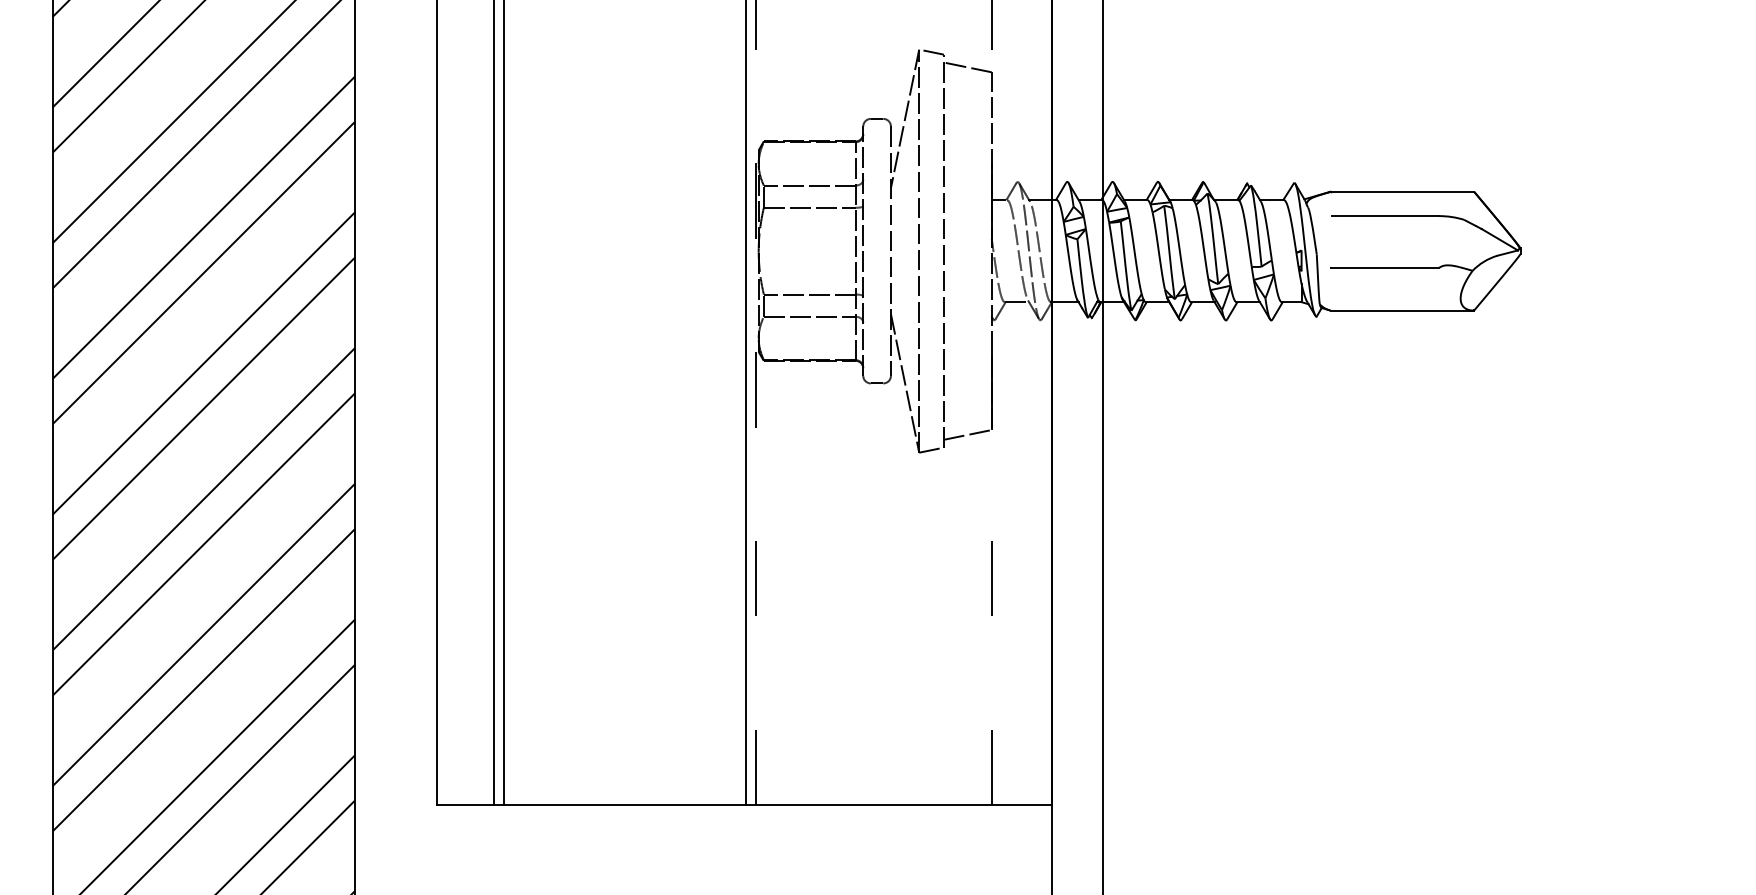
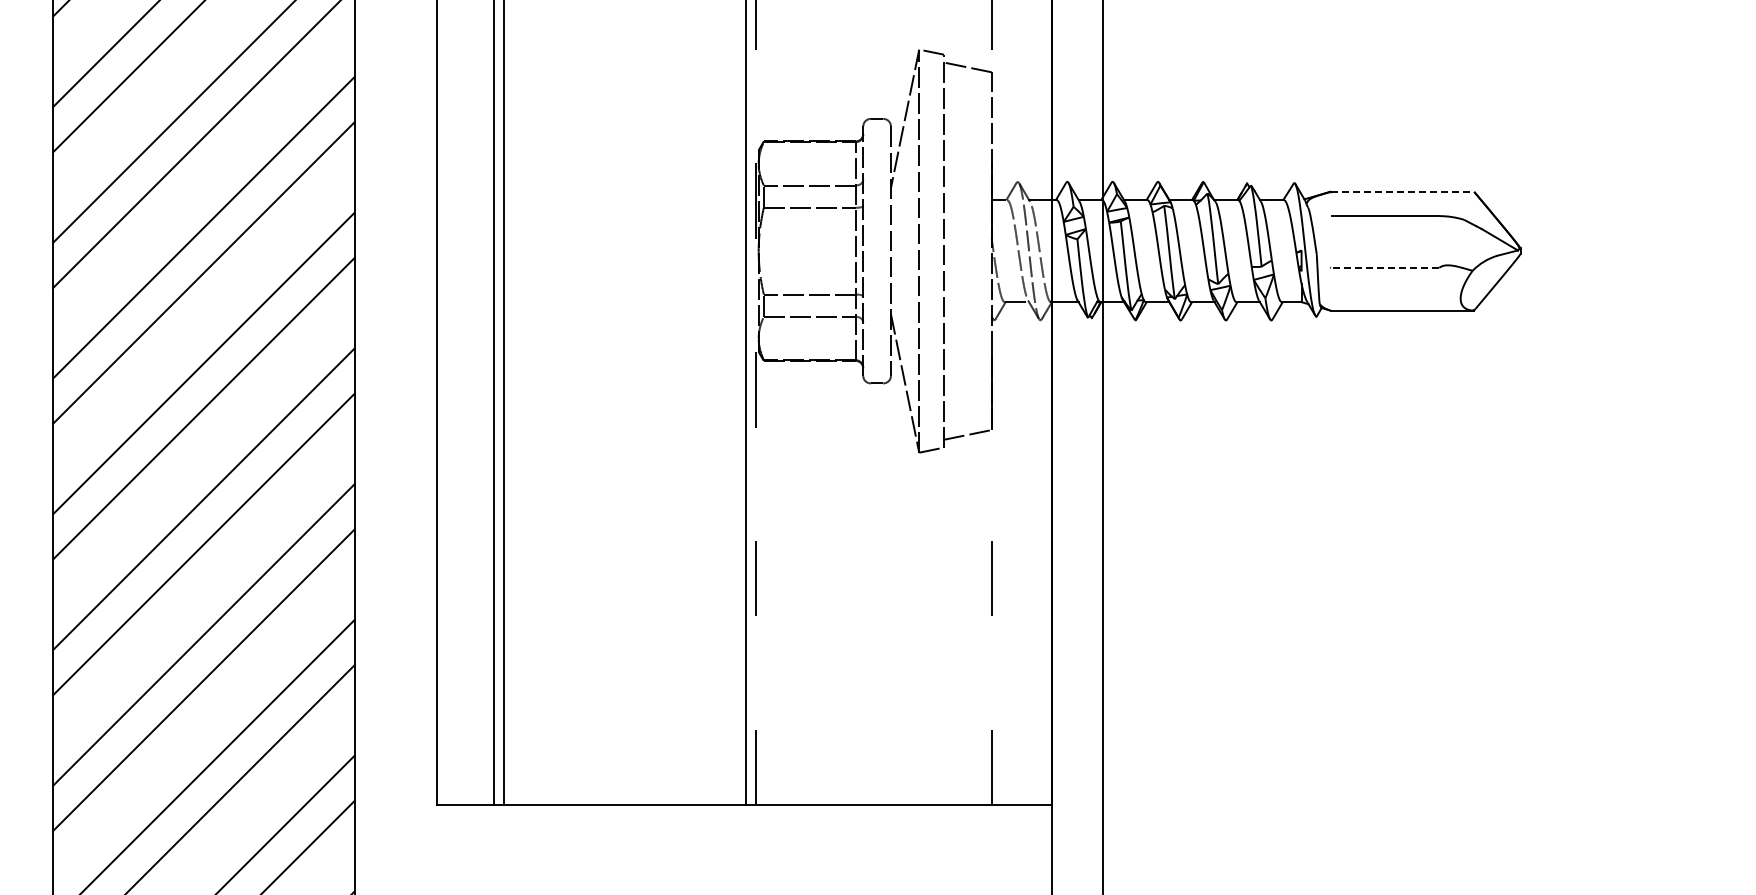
line at (1402, 191): solid -> dashed
line at (1384, 267): solid -> dashed
